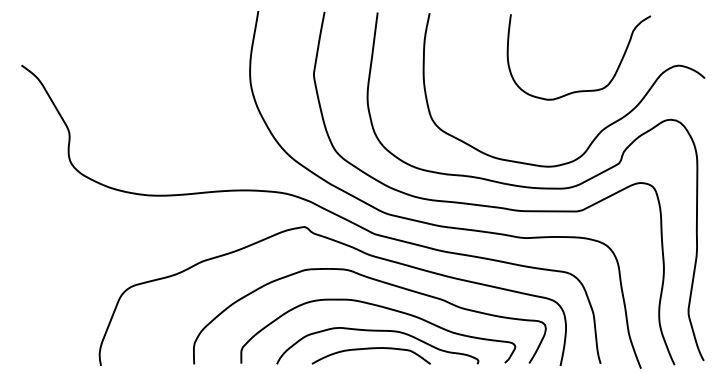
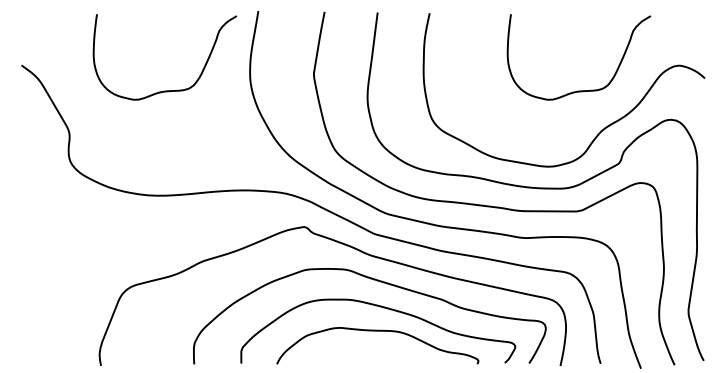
curve at (164, 90): none -> present
curve at (370, 349): present -> none
